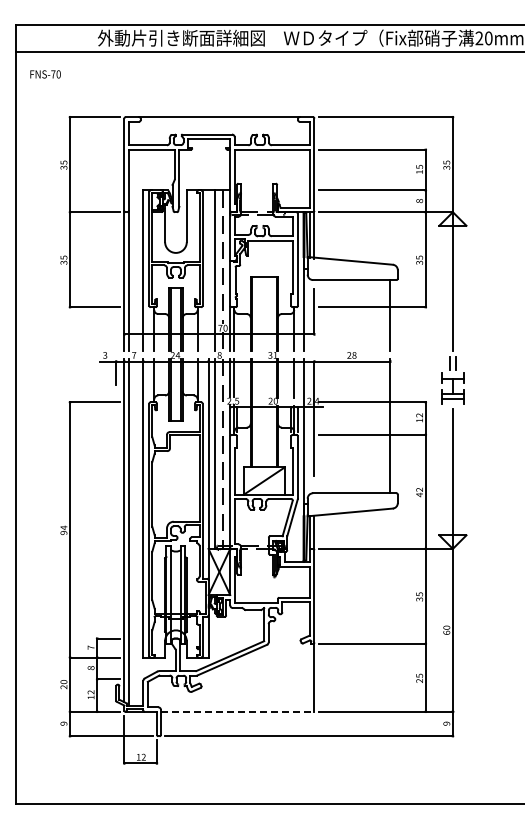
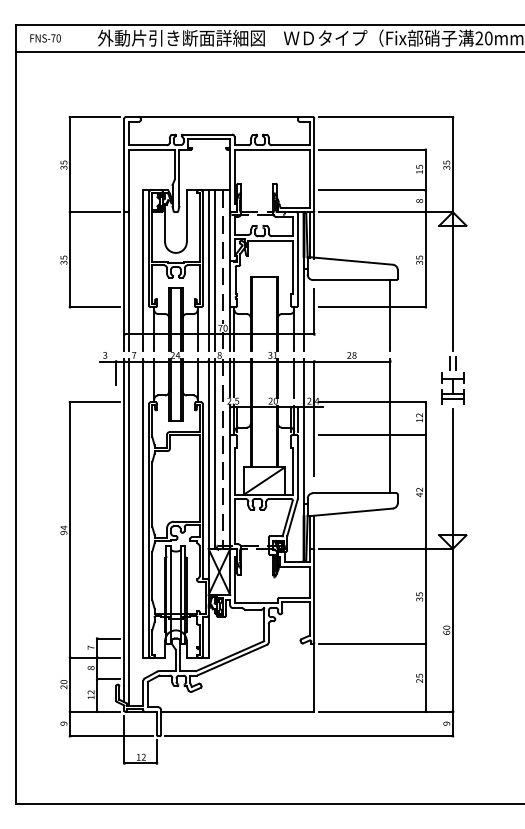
text at (45, 74) position: (45, 74) -> (45, 38)
line at (208, 270): none -> present
line at (237, 711): dashed -> solid
